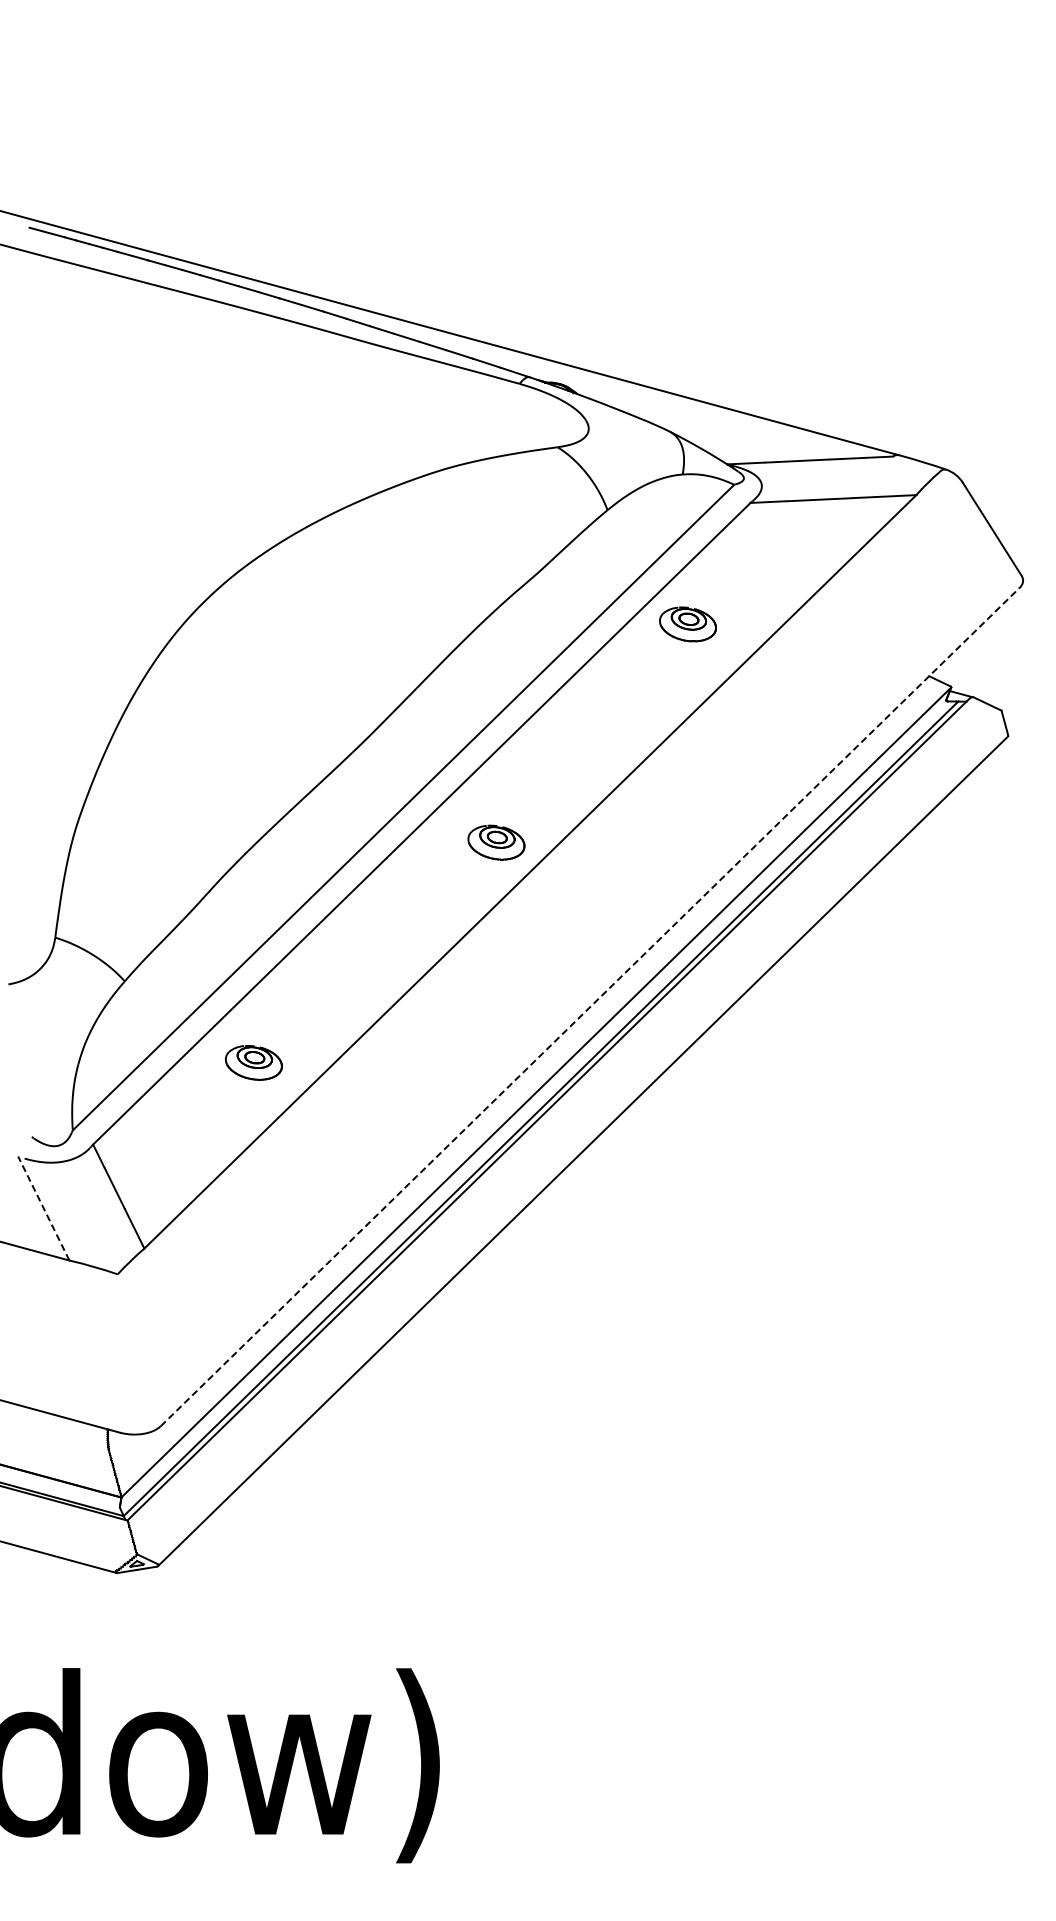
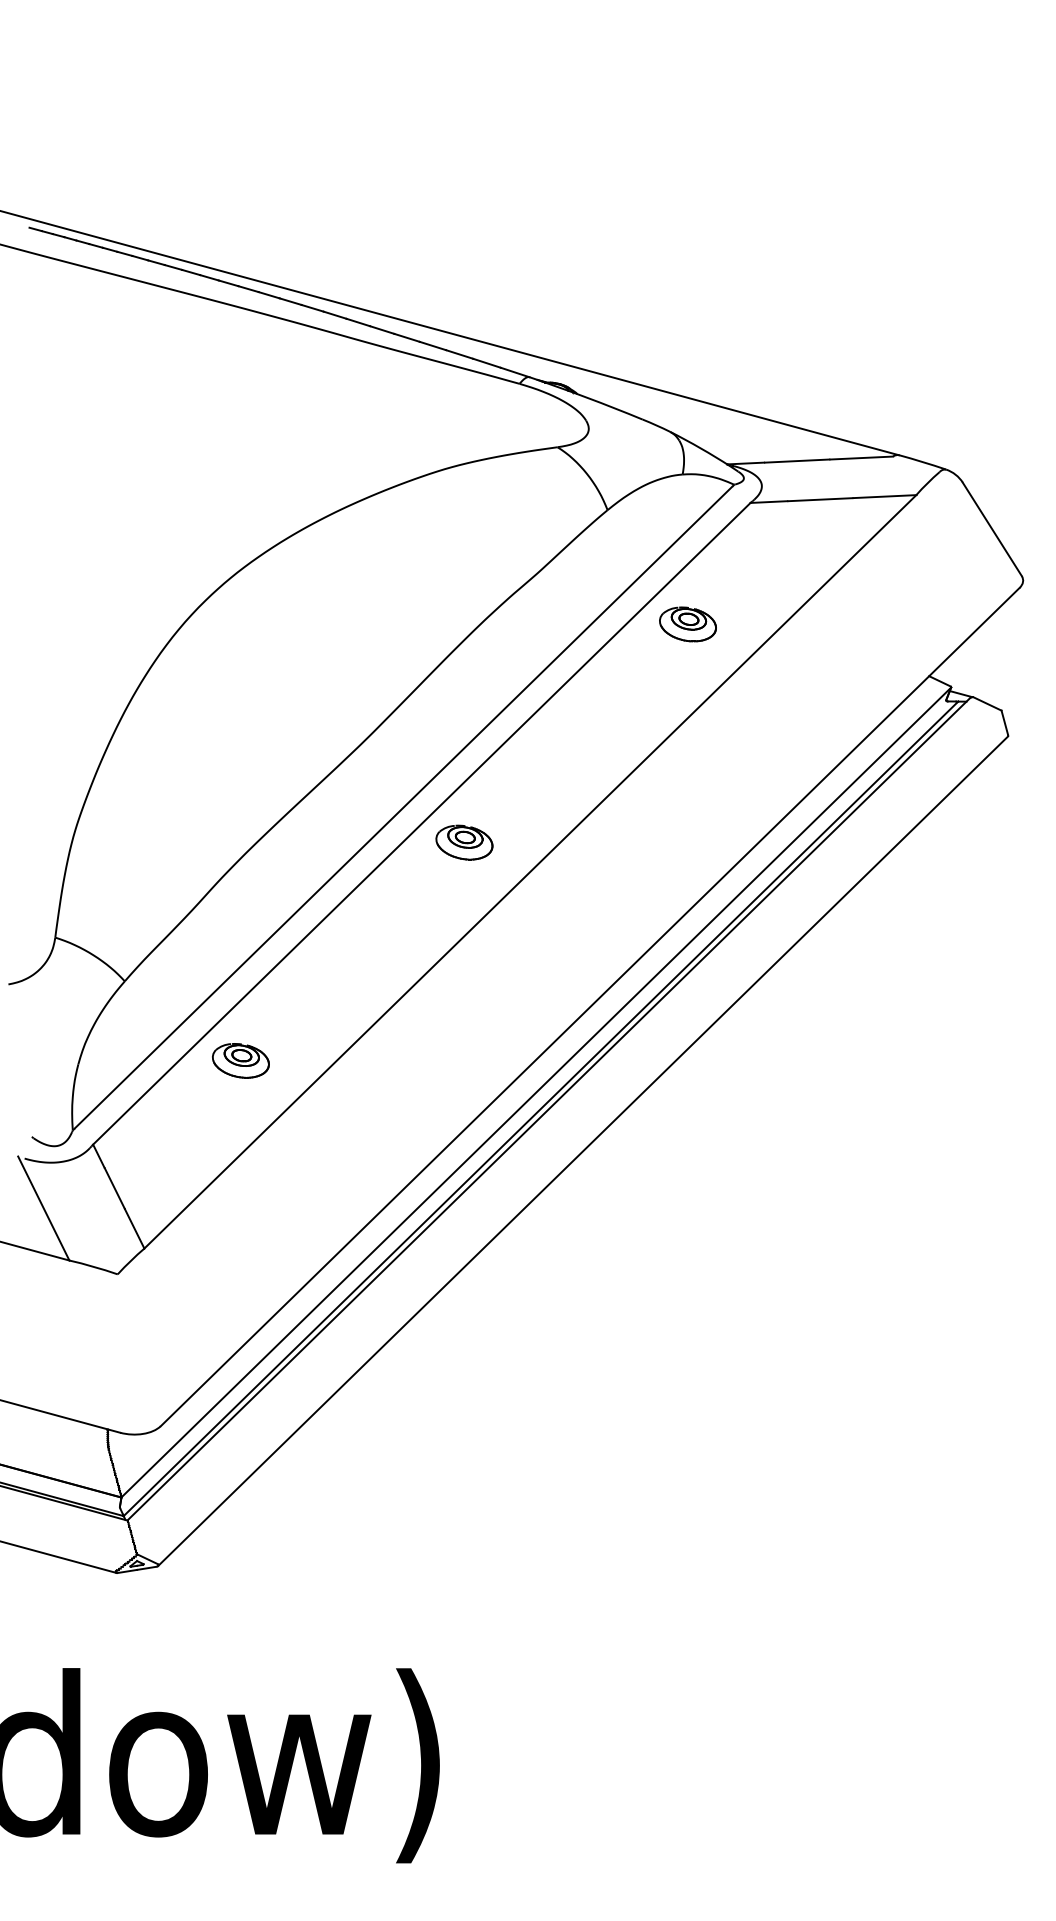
part at (496, 842) position: (496, 842) -> (464, 842)
line at (590, 1006): dashed -> solid
part at (253, 1062) position: (253, 1062) -> (240, 1060)
line at (43, 1208): dashed -> solid
